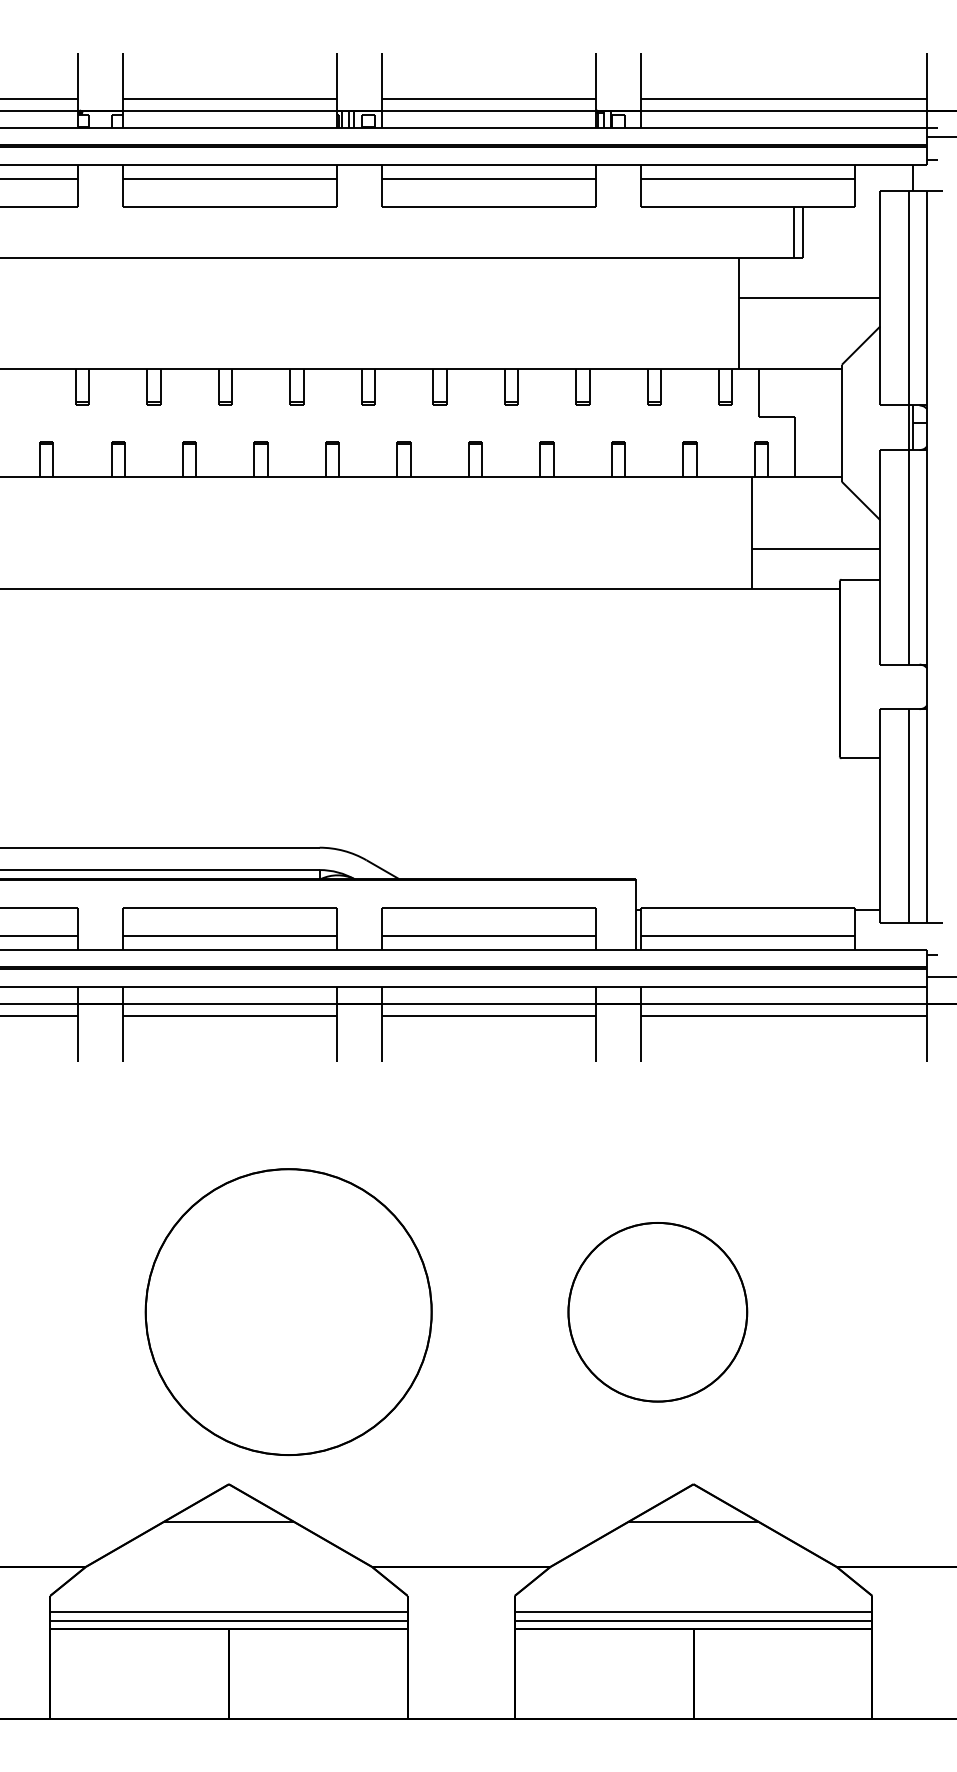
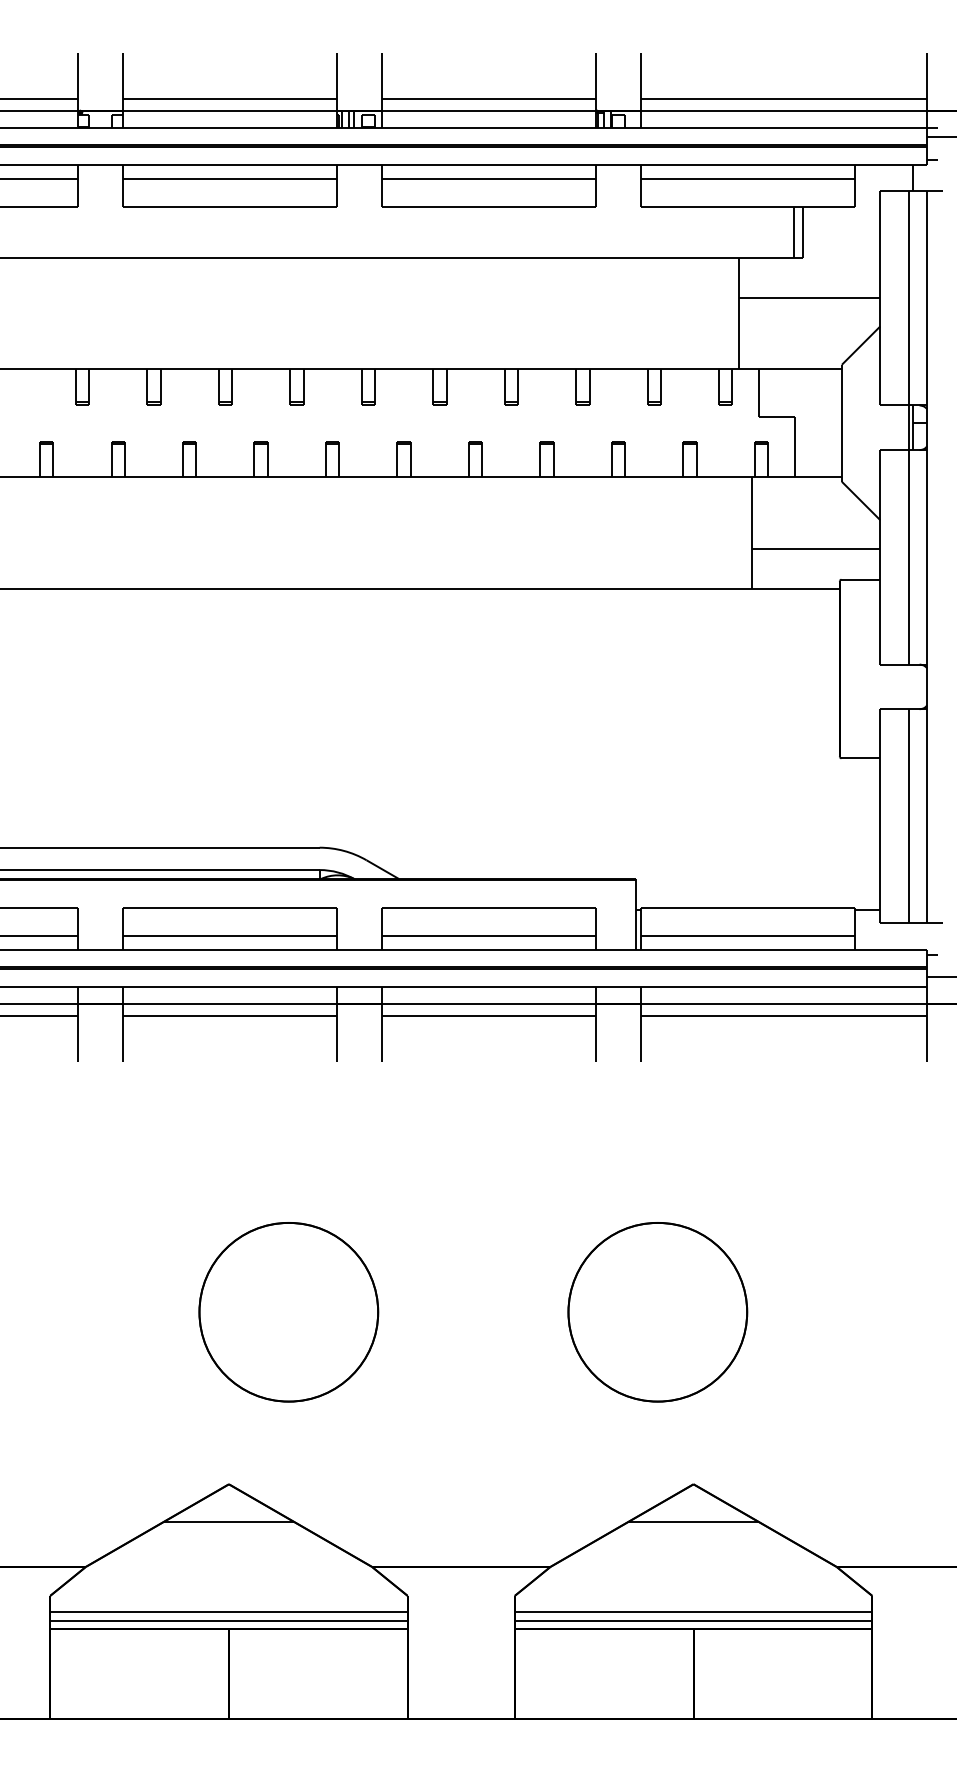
part at (288, 1311) size: 289x288 px -> 182x181 px
